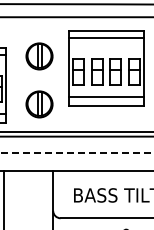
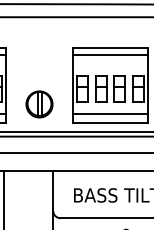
part at (39, 56): present -> none
part at (106, 68) position: (106, 68) -> (110, 85)
line at (76, 153): dashed -> solid
